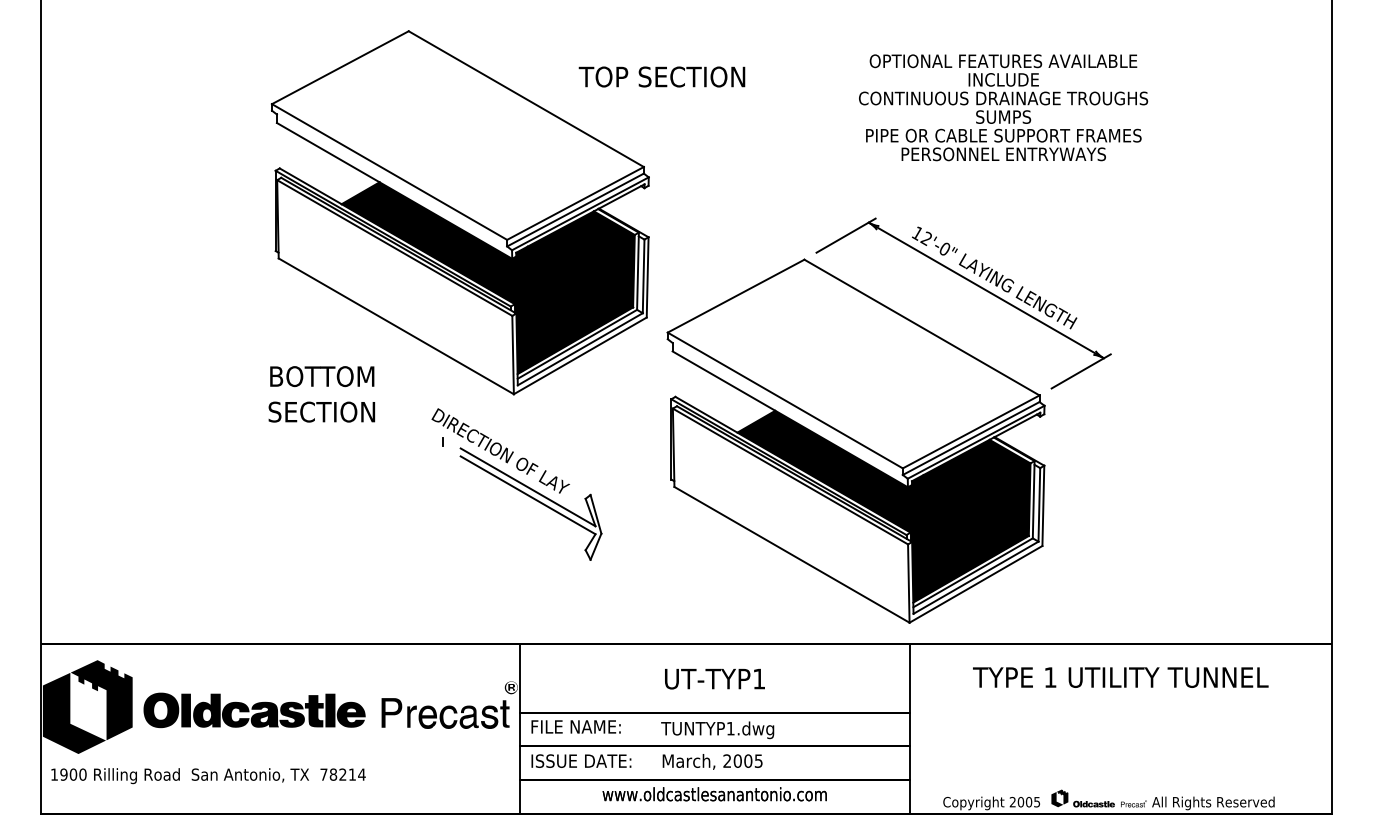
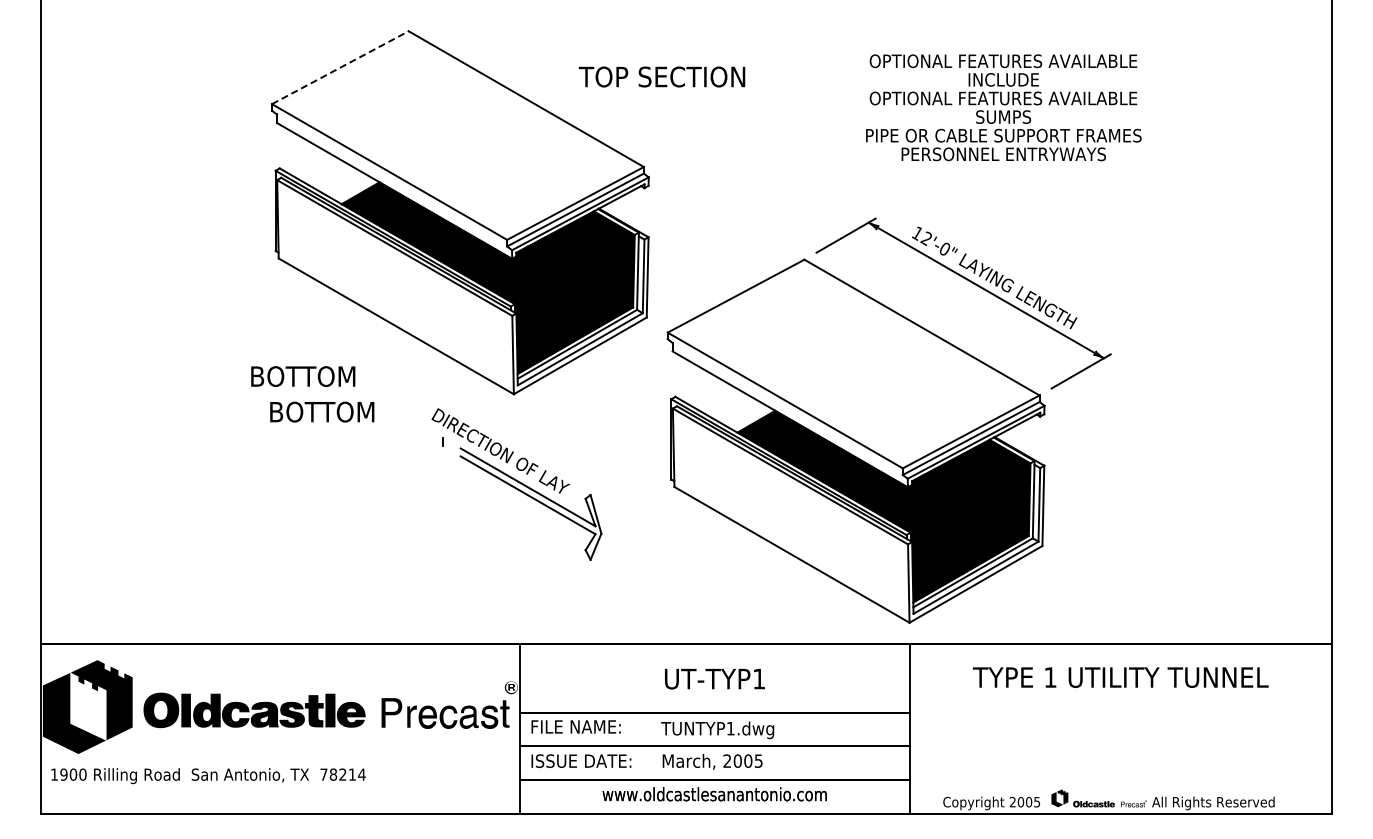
line at (340, 67): solid -> dashed
text at (1003, 98): CONTINUOUS DRAINAGE TROUGHS -> OPTIONAL FEATURES AVAILABLE
text at (322, 376) position: (322, 376) -> (303, 376)
text at (321, 411): SECTION -> BOTTOM
